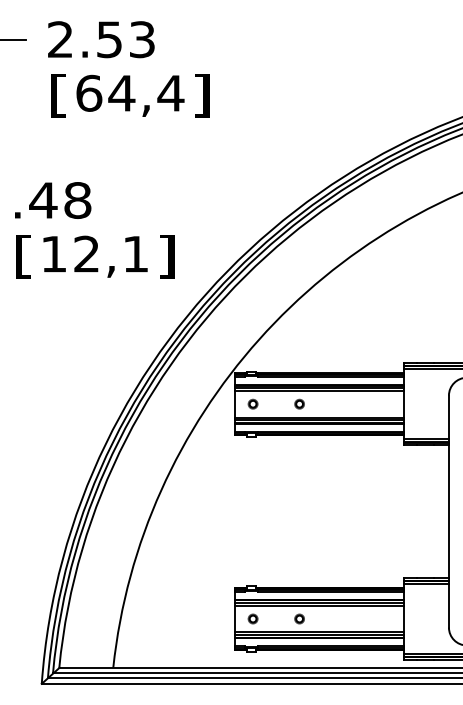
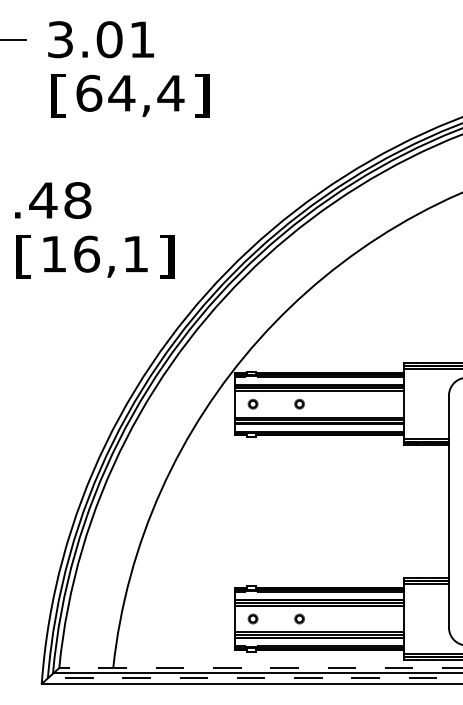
text at (101, 39): 2.53 -> 3.01
text at (87, 253): 12,1 -> 16,1
line at (260, 667): solid -> dashed
line at (255, 678): solid -> dashed
